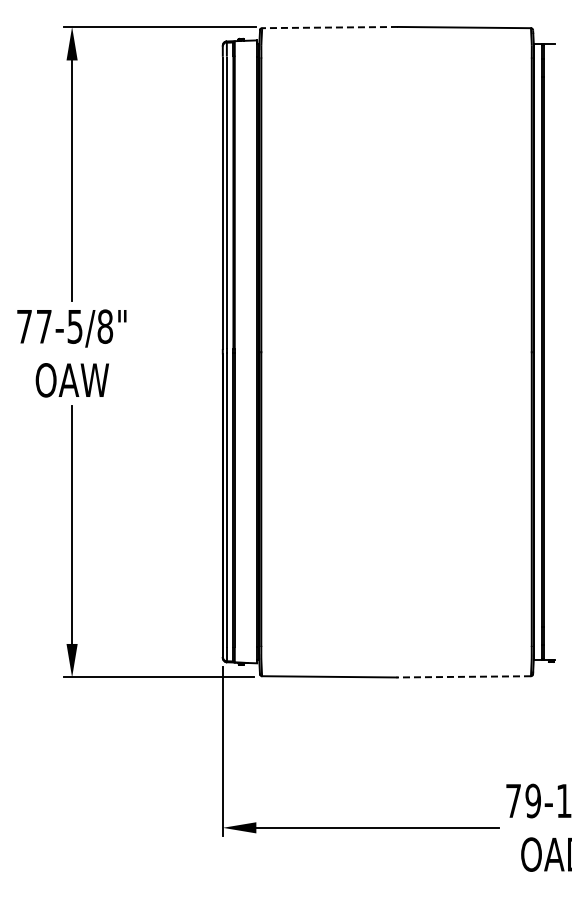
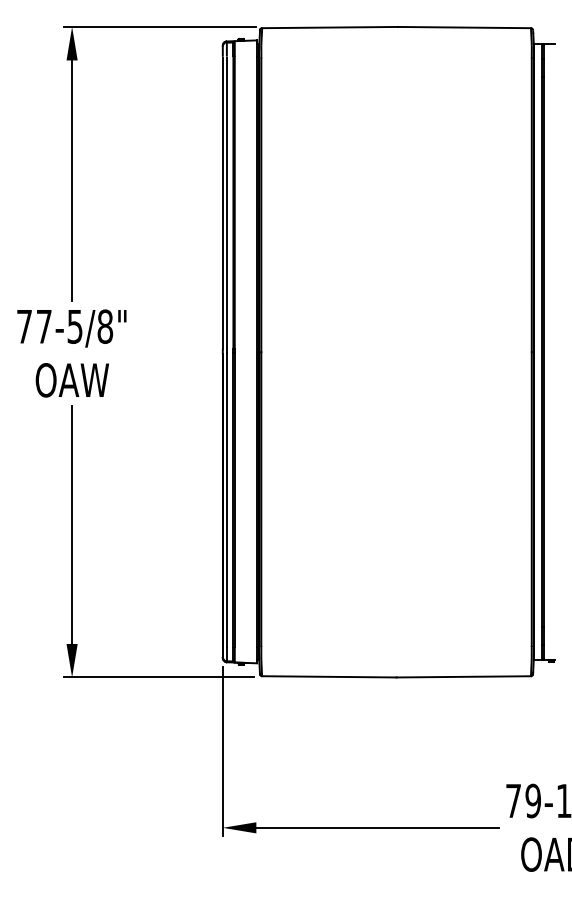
line at (330, 27): dashed -> solid
line at (463, 676): dashed -> solid
